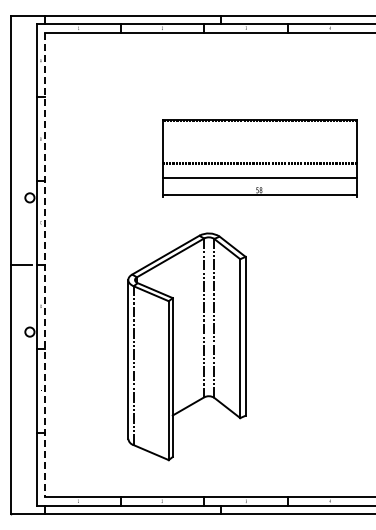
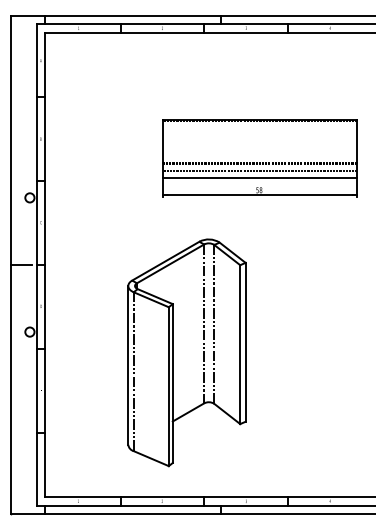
line at (259, 171): none -> present
line at (45, 265): dashed -> solid
part at (186, 346) position: (186, 346) -> (186, 352)
